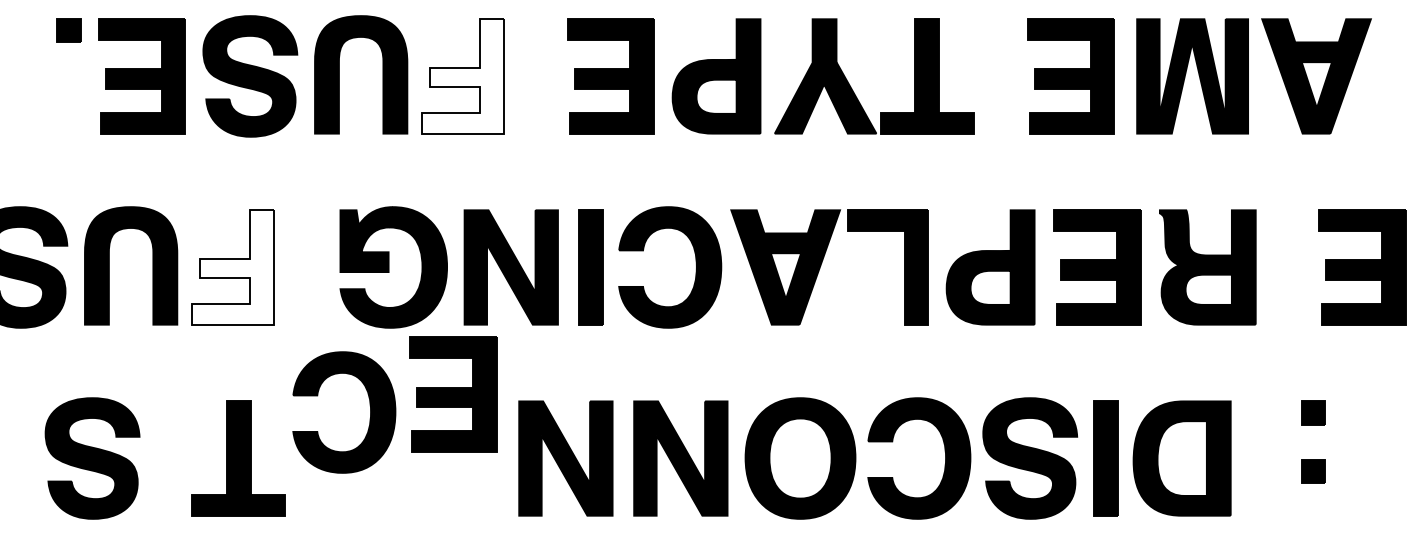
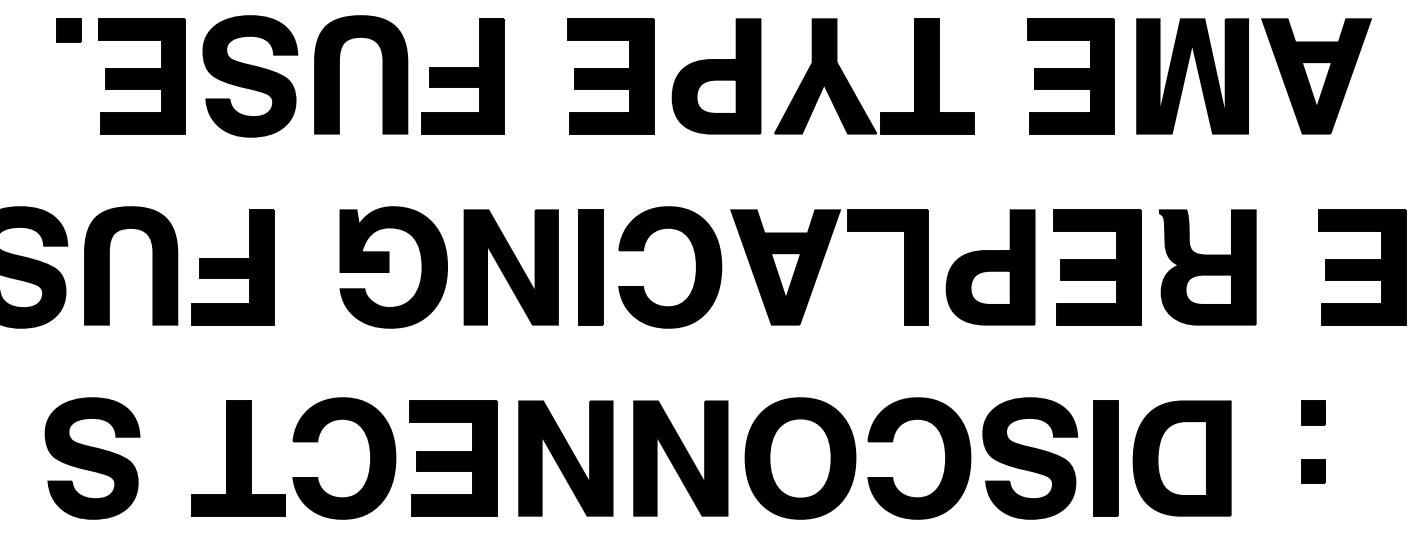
fill at (462, 76): none -> present
fill at (232, 267): none -> present
part at (453, 394) position: (453, 394) -> (453, 458)
part at (369, 418) position: (369, 418) -> (369, 464)
